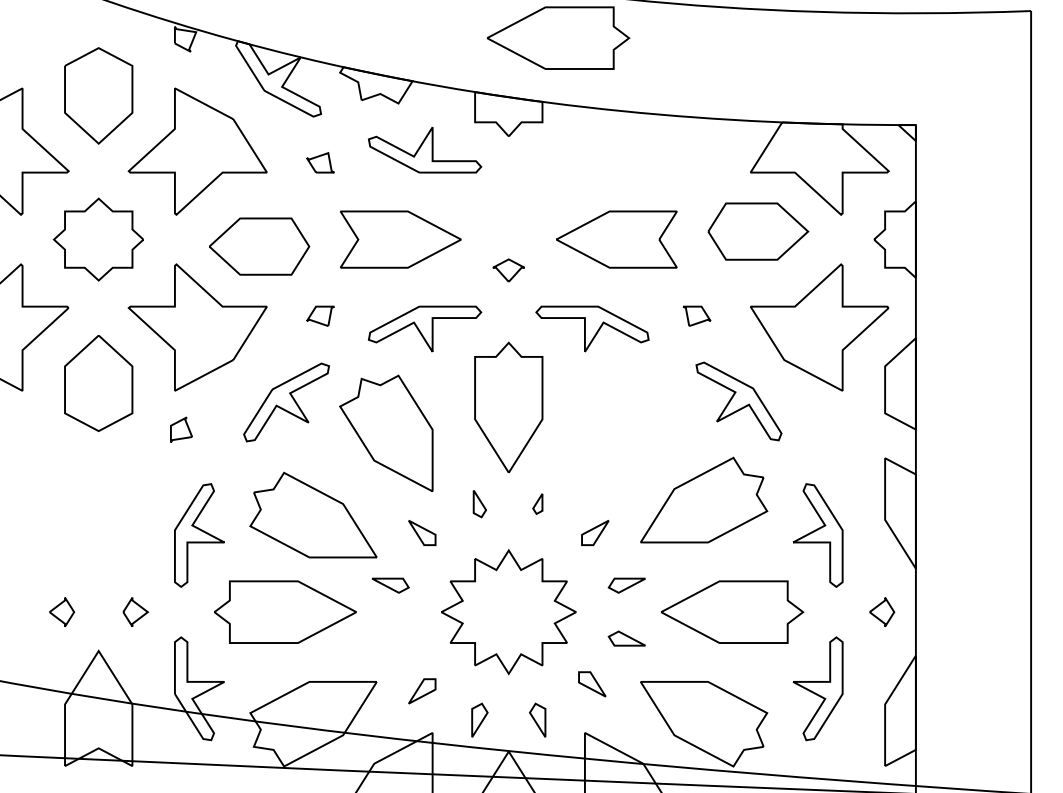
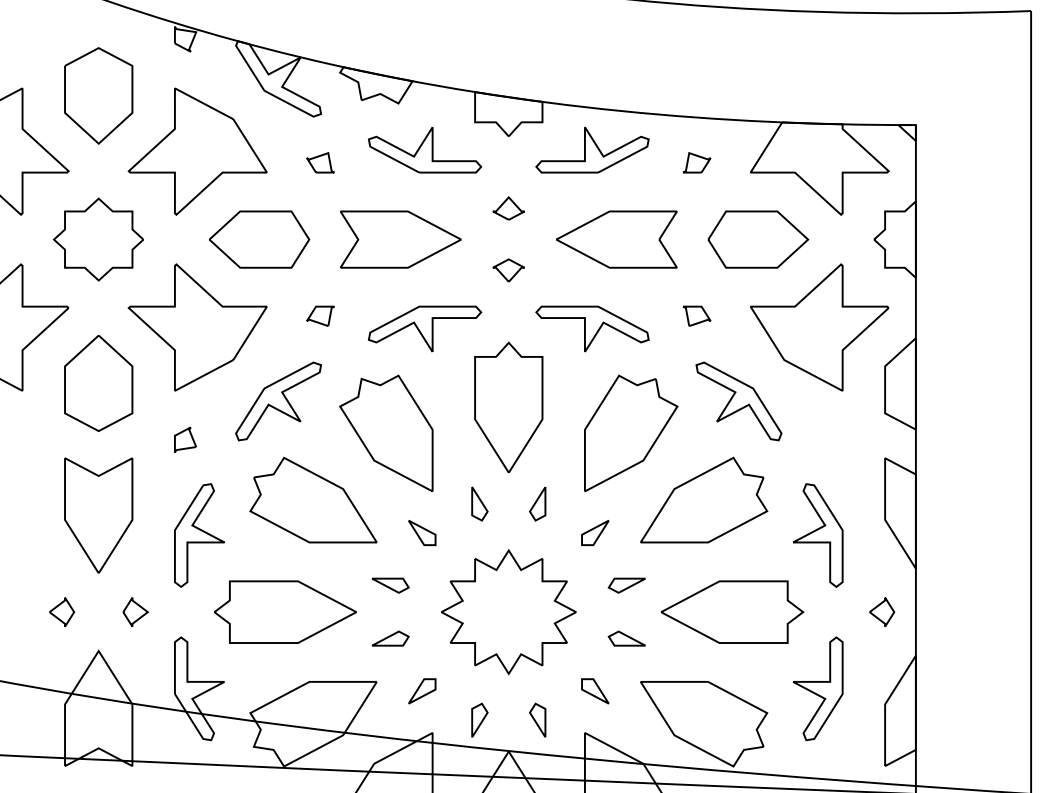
part at (558, 37): present -> none
part at (592, 149): none -> present
part at (697, 162): none -> present
part at (508, 208): none -> present
part at (758, 231) position: (758, 231) -> (758, 239)
part at (259, 246) position: (259, 246) -> (259, 239)
part at (286, 402) position: (286, 402) -> (278, 401)
part at (181, 429) position: (181, 429) -> (185, 439)
part at (631, 433): none -> present
part at (537, 503) size: 12x22 px -> 18x36 px
part at (479, 504) size: 15x29 px -> 18x36 px
part at (313, 514) position: (313, 514) -> (313, 499)
part at (98, 515): none -> present
part at (390, 638): none -> present
part at (592, 684) position: (592, 684) -> (595, 691)
